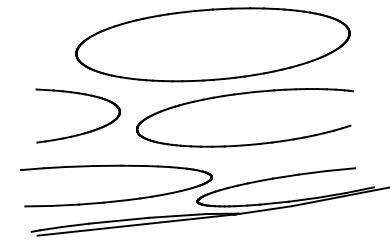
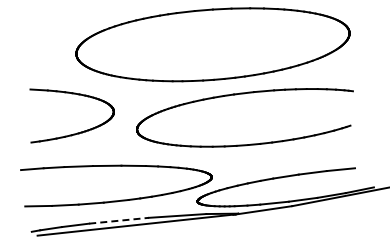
part at (83, 132) position: (83, 132) -> (77, 132)
line at (119, 220): solid -> dashed
